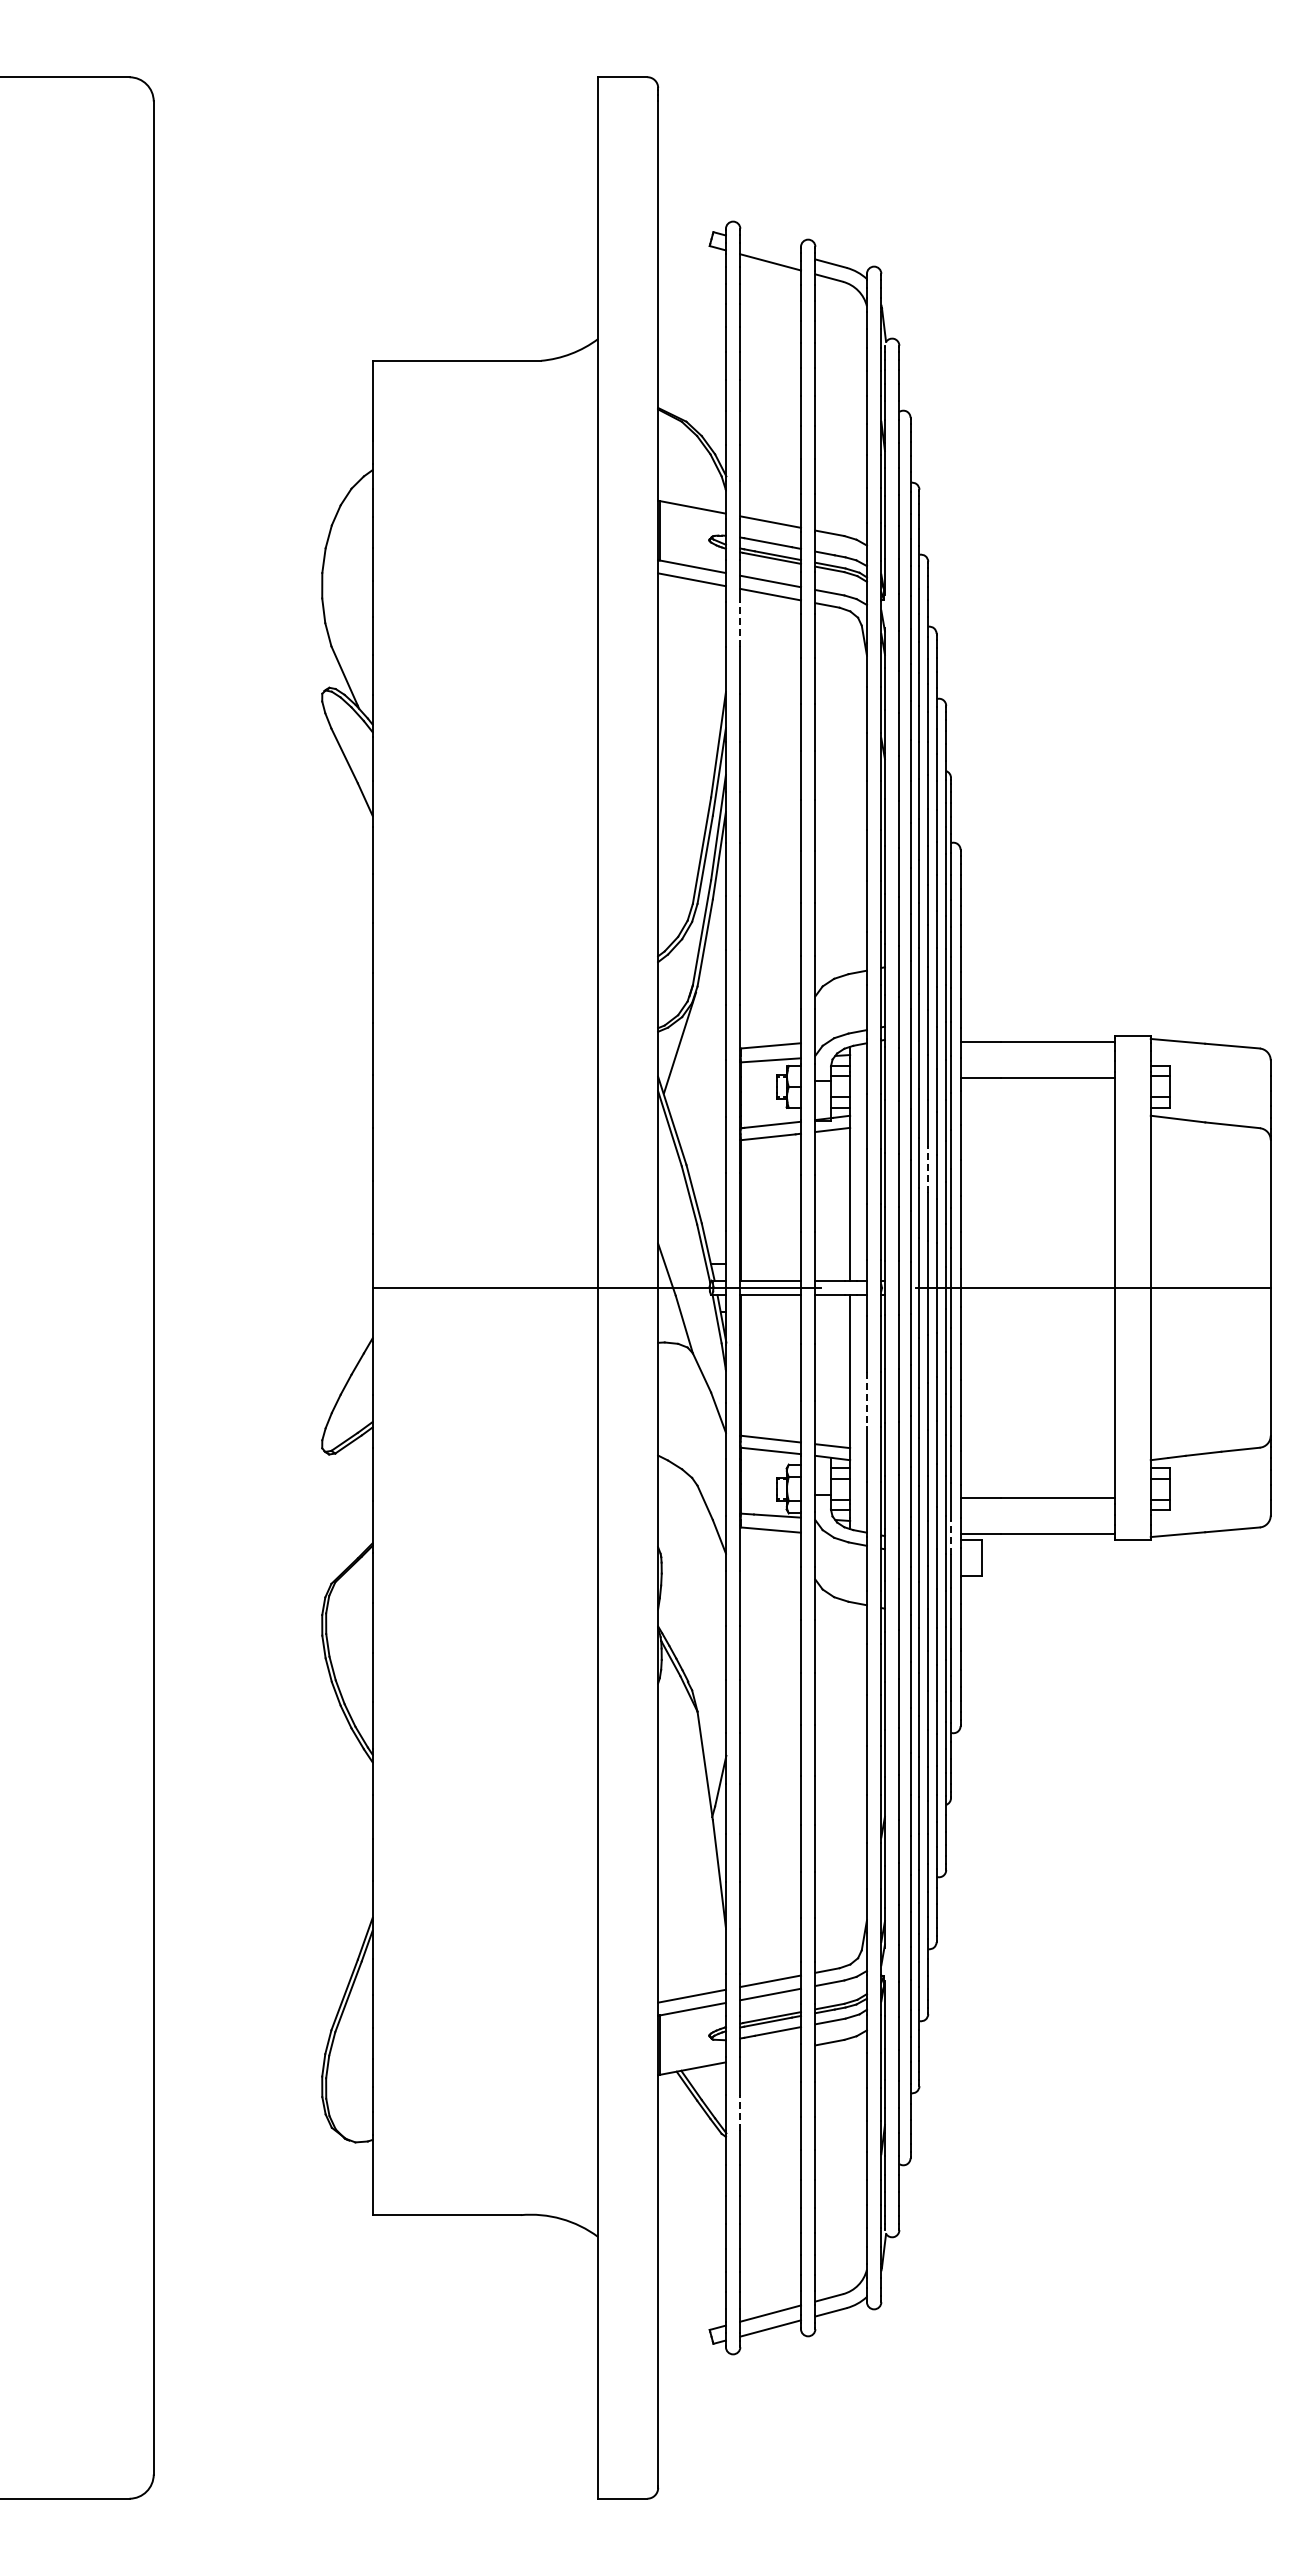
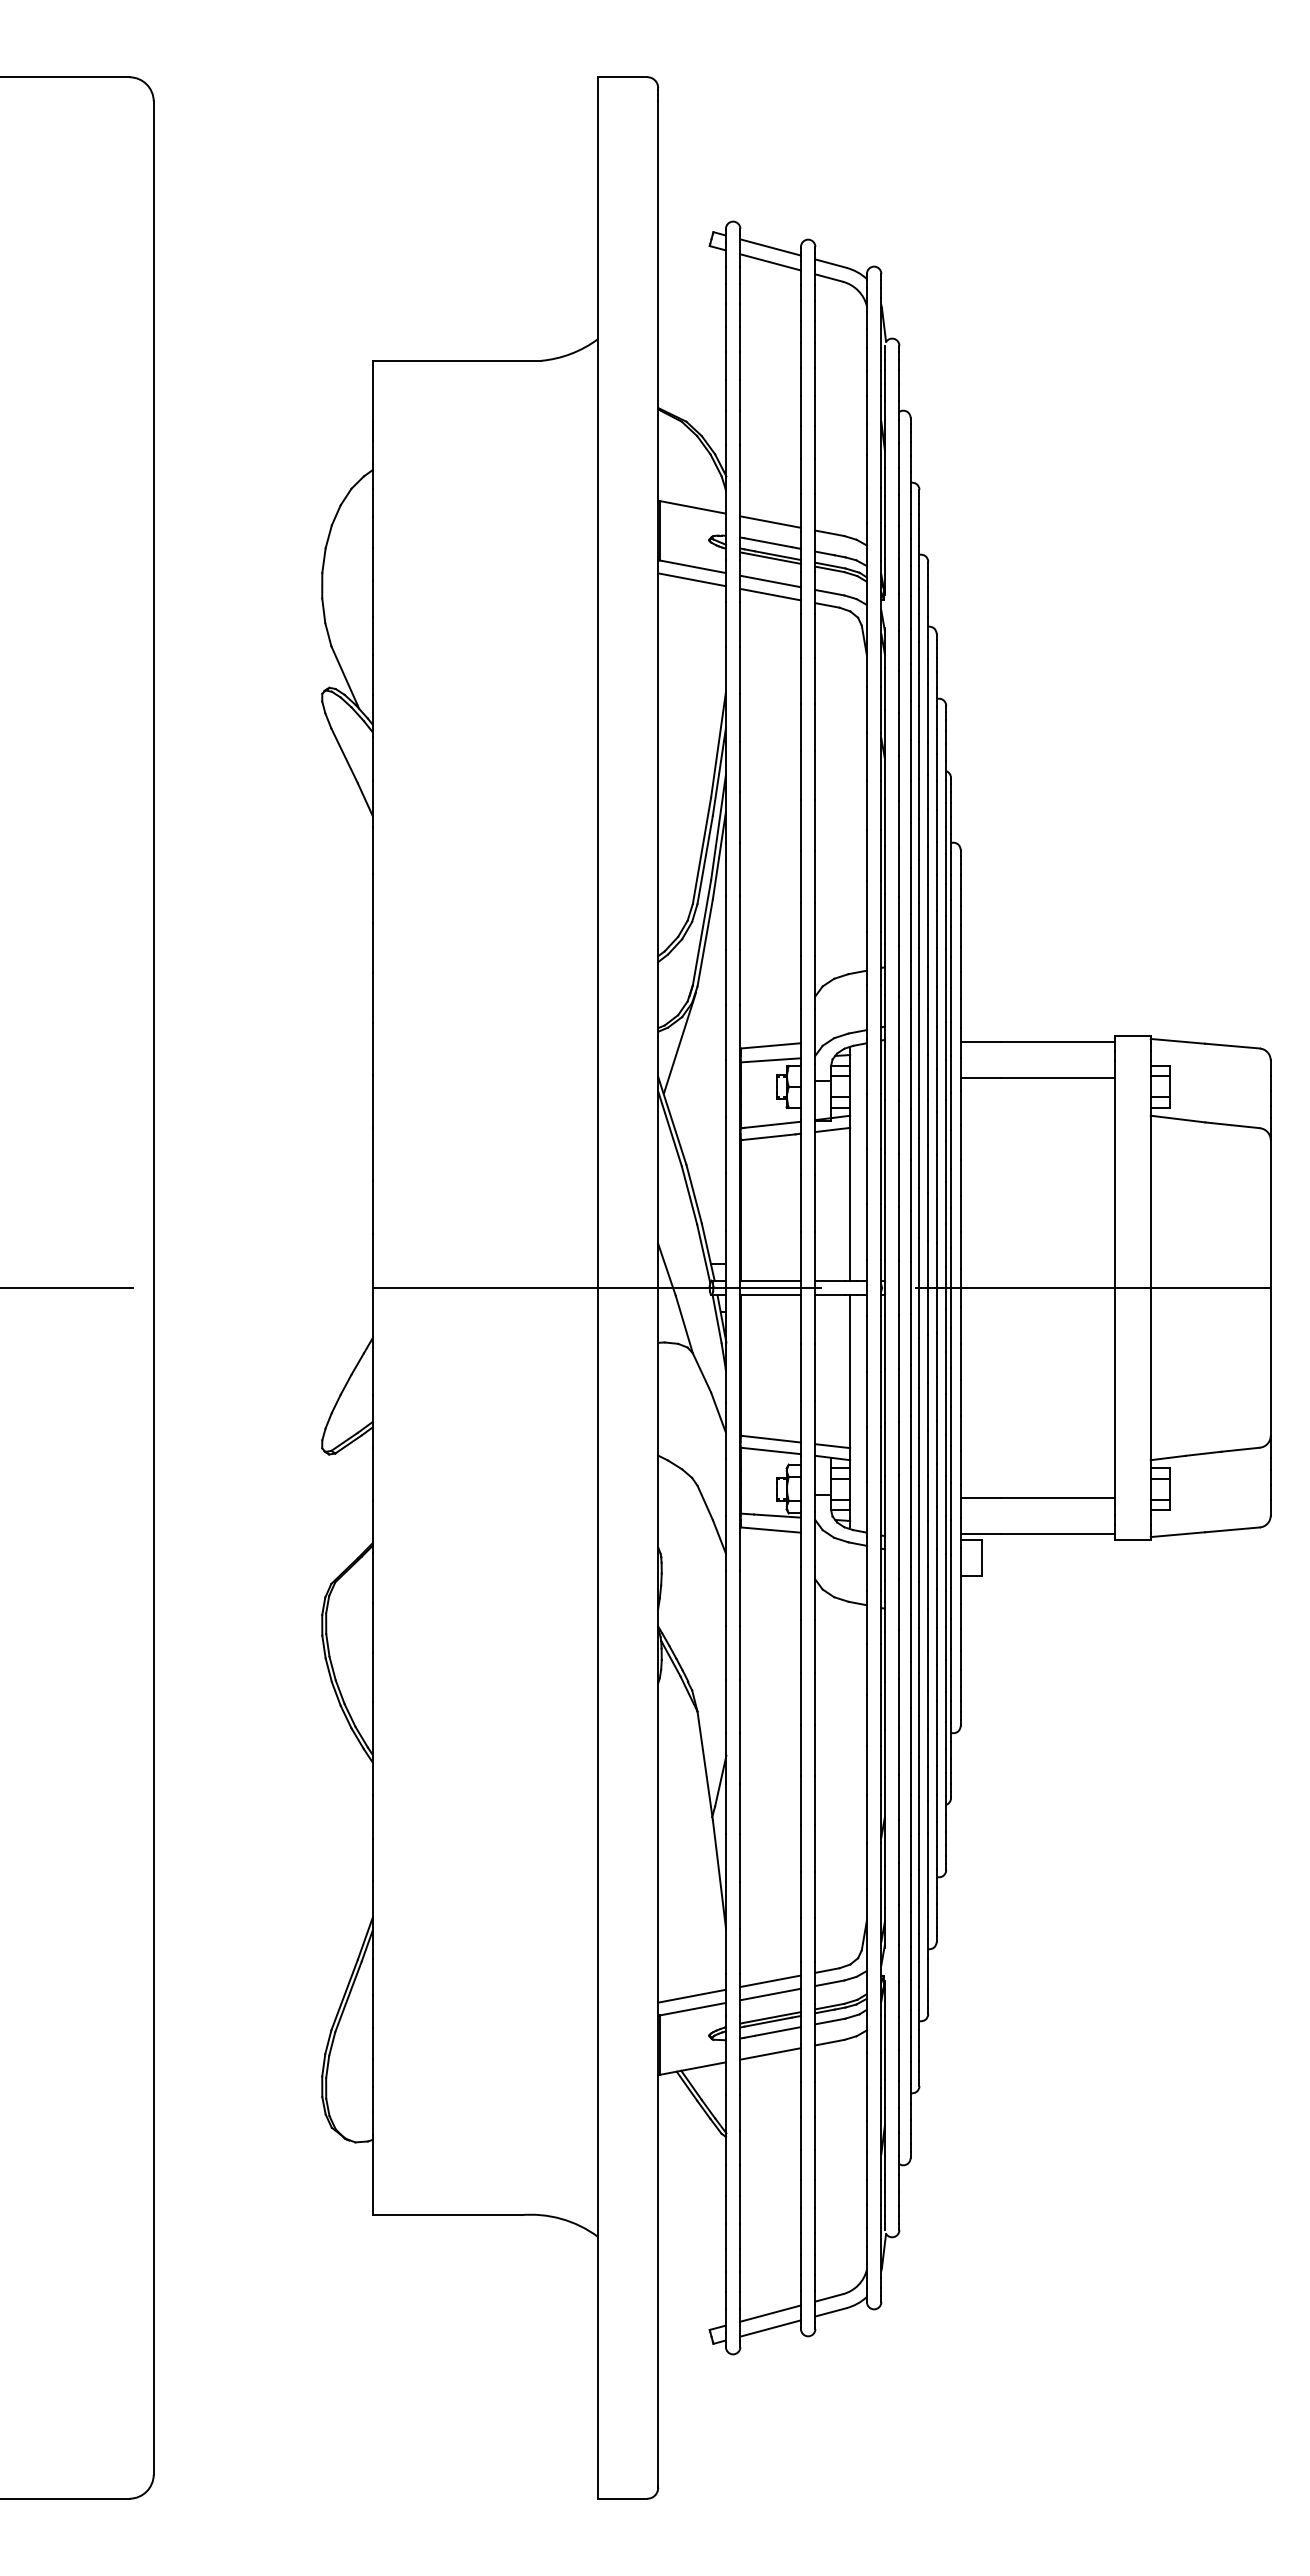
line at (770, 247): none -> present
line at (740, 624): dashed -> solid
line at (928, 1169): dashed -> solid
line at (67, 1288): none -> present
line at (866, 1399): dashed -> solid
line at (951, 1536): dashed -> solid
line at (770, 2053): none -> present
line at (740, 2113): dashed -> solid
